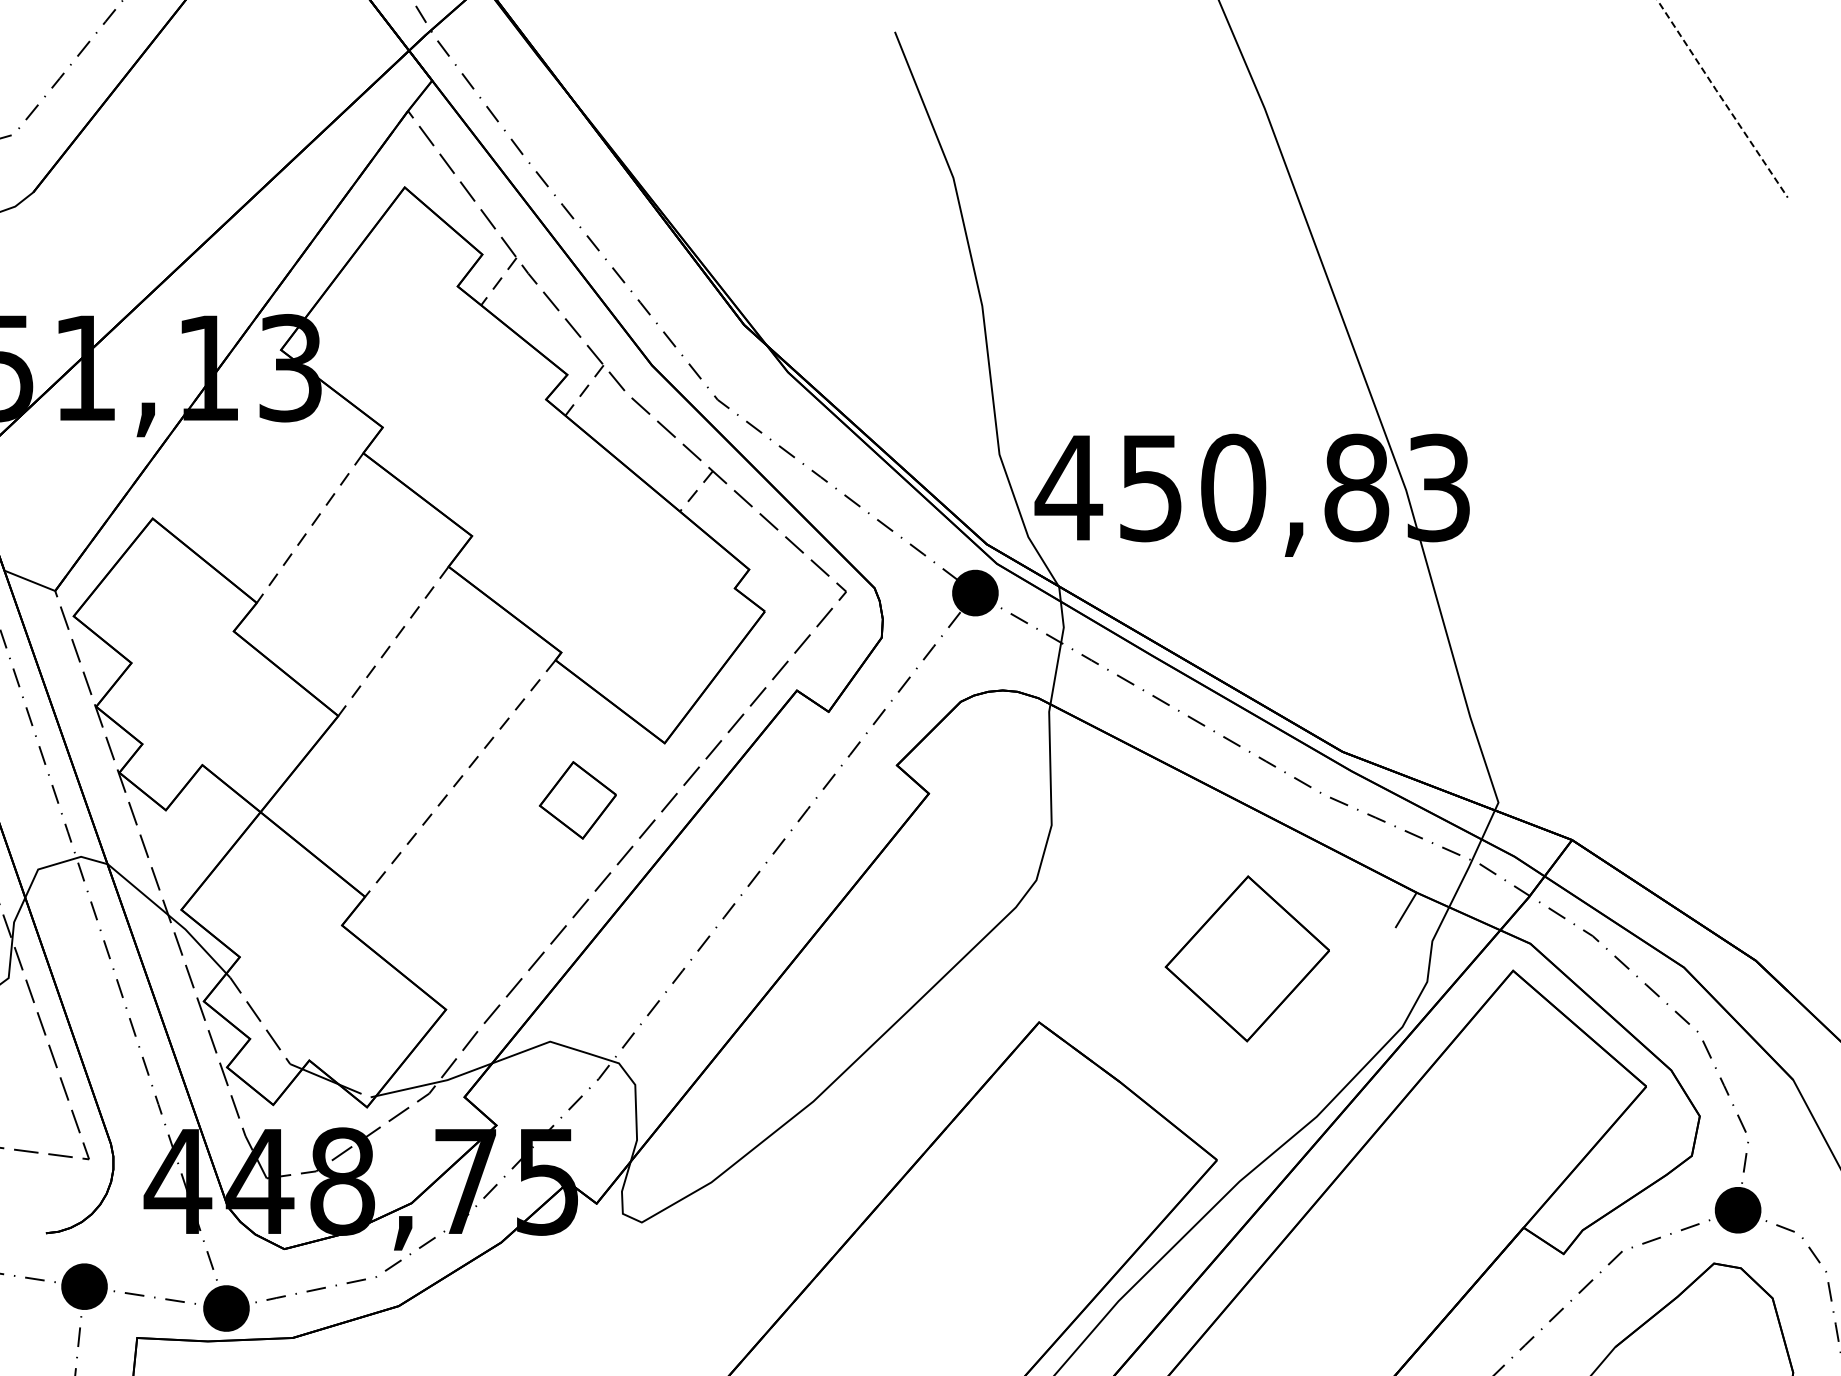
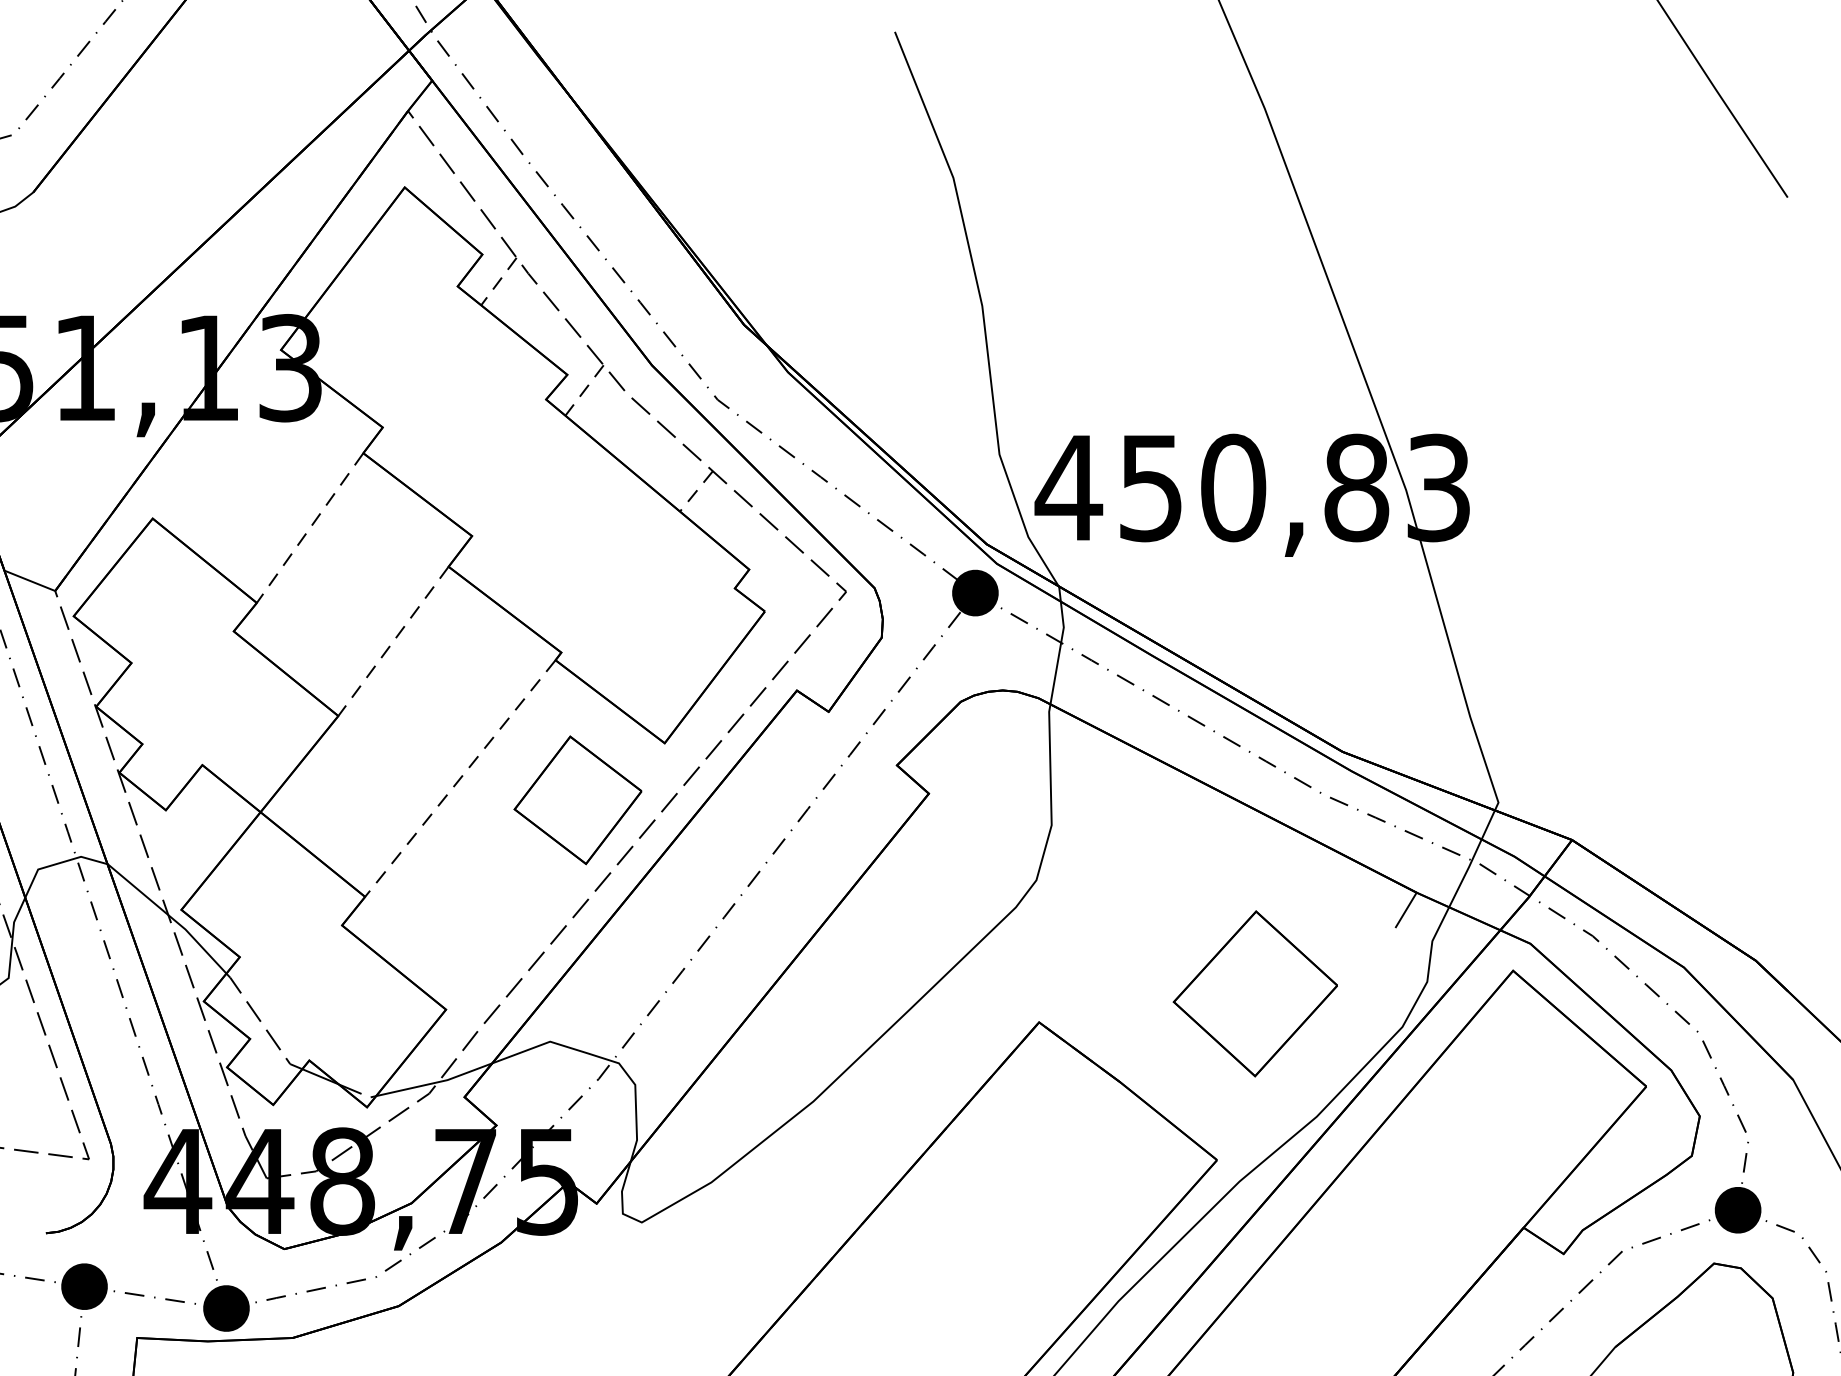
line at (1722, 98): dashed -> solid
part at (577, 800) size: 78x79 px -> 130x131 px
part at (1246, 958) position: (1246, 958) -> (1254, 993)
